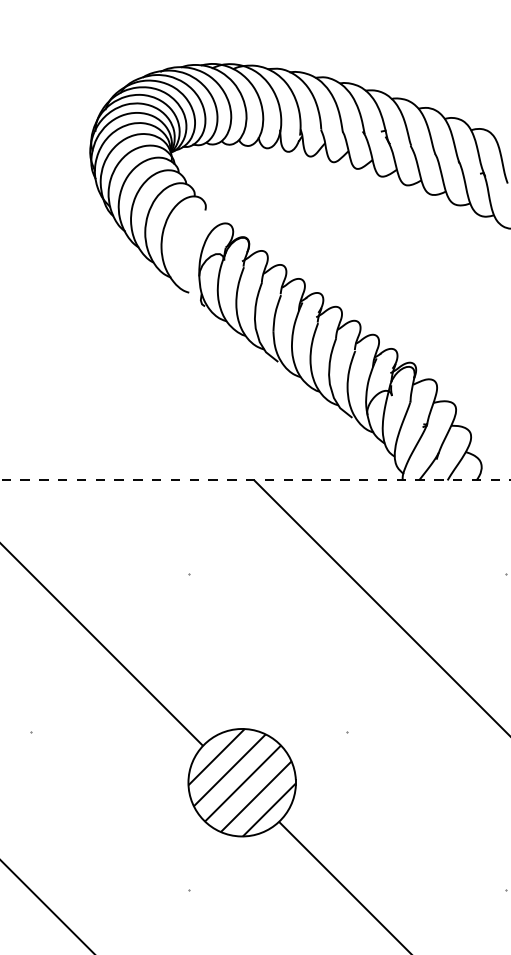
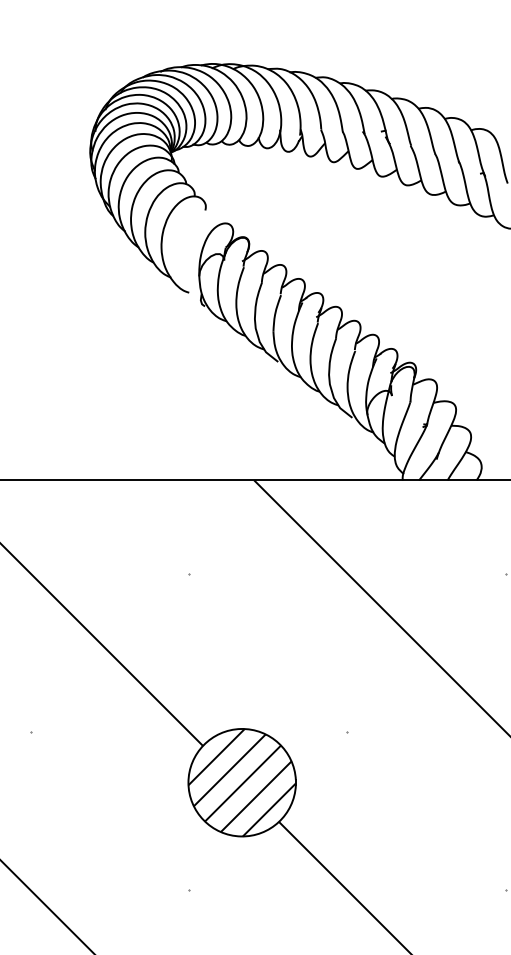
line at (255, 480): dashed -> solid
